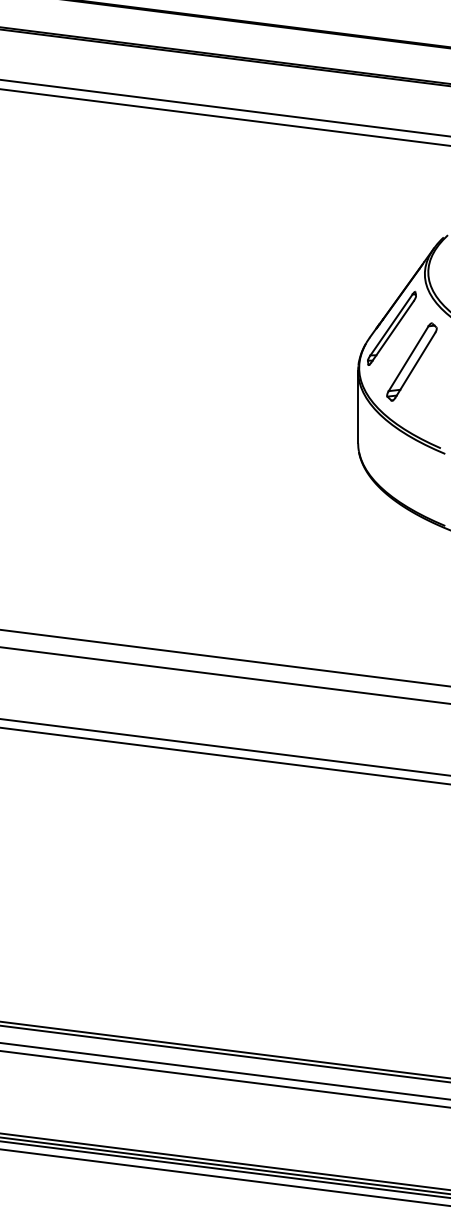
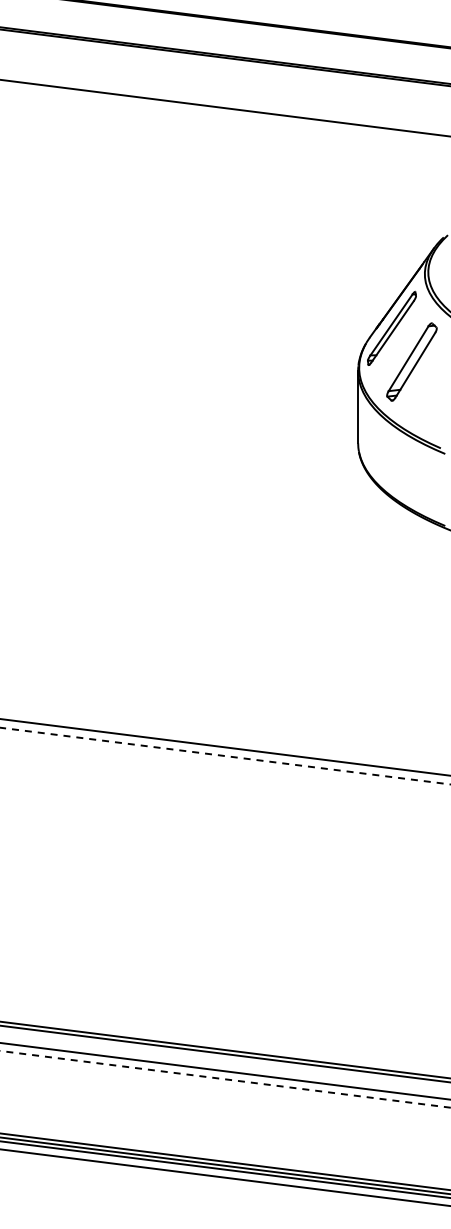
line at (224, 117): present -> none
line at (224, 658): present -> none
line at (224, 675): present -> none
line at (225, 756): solid -> dashed
line at (225, 1079): solid -> dashed
